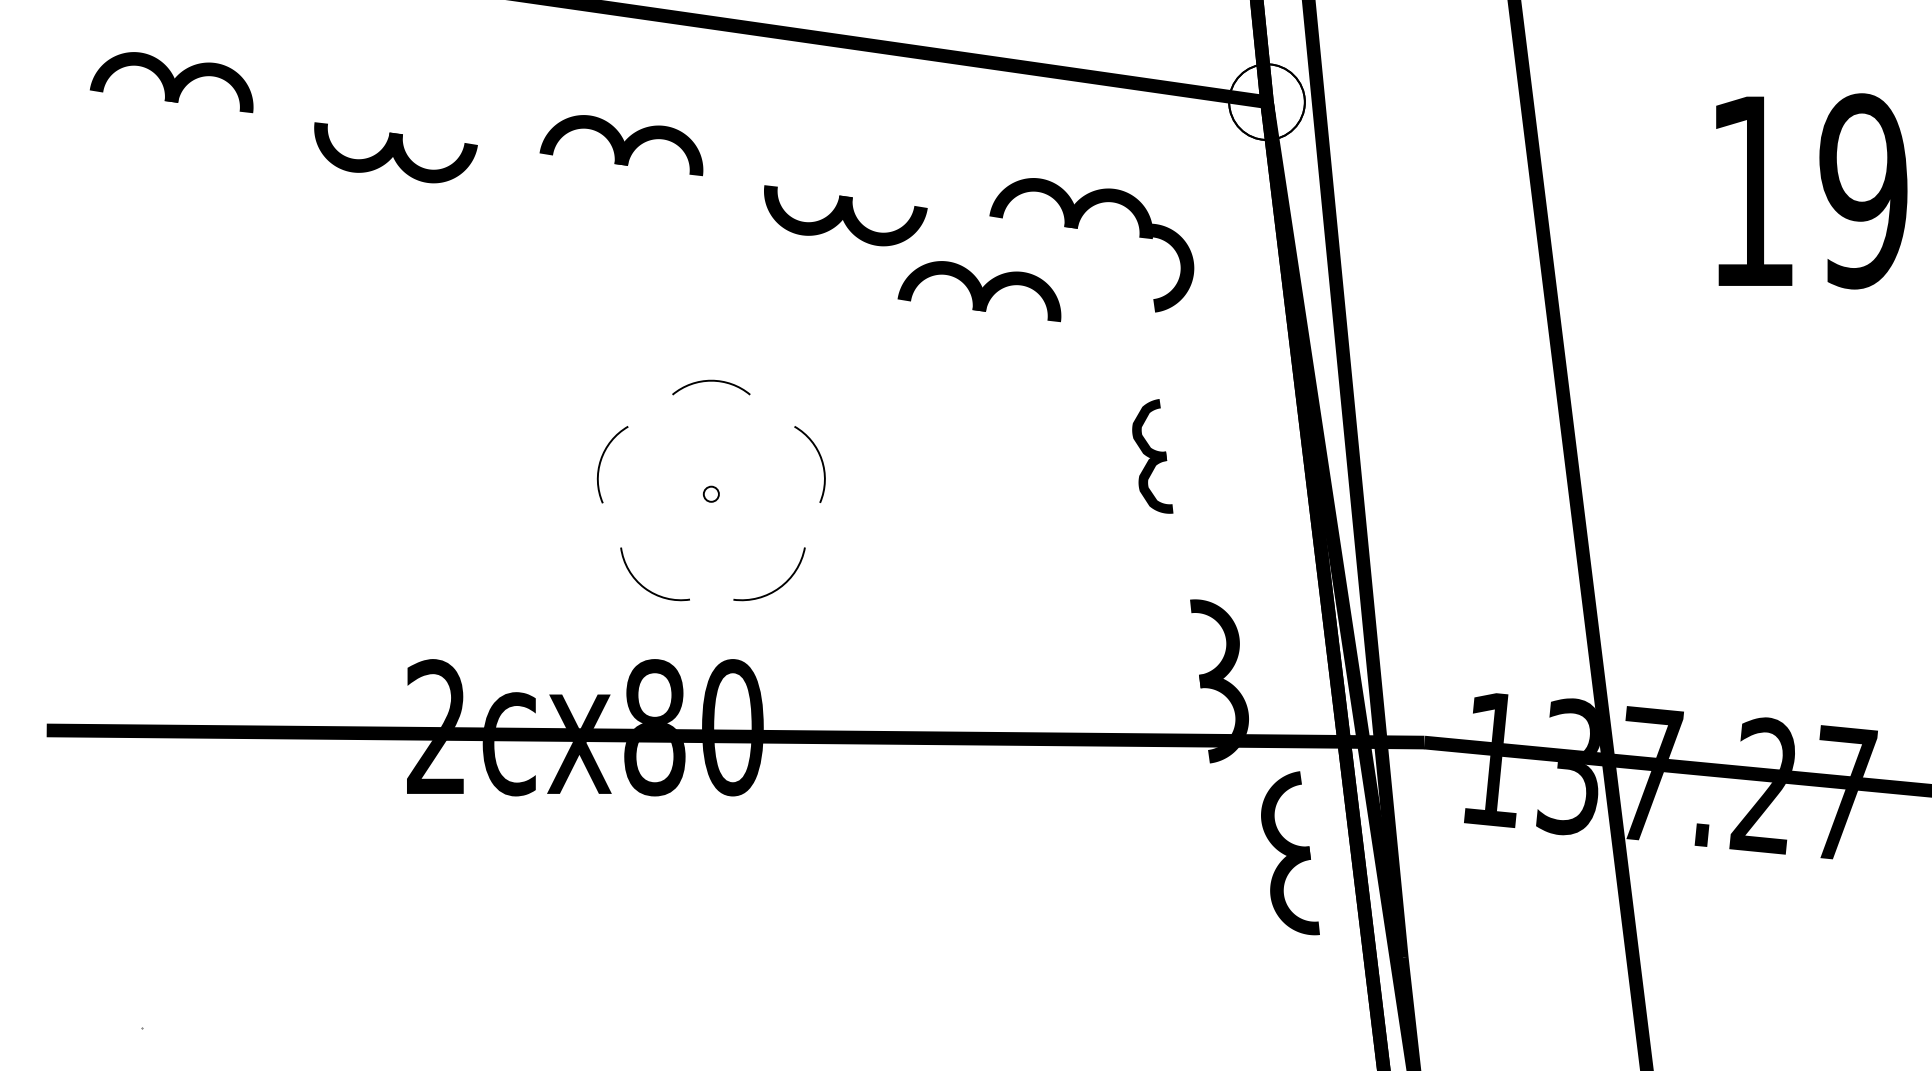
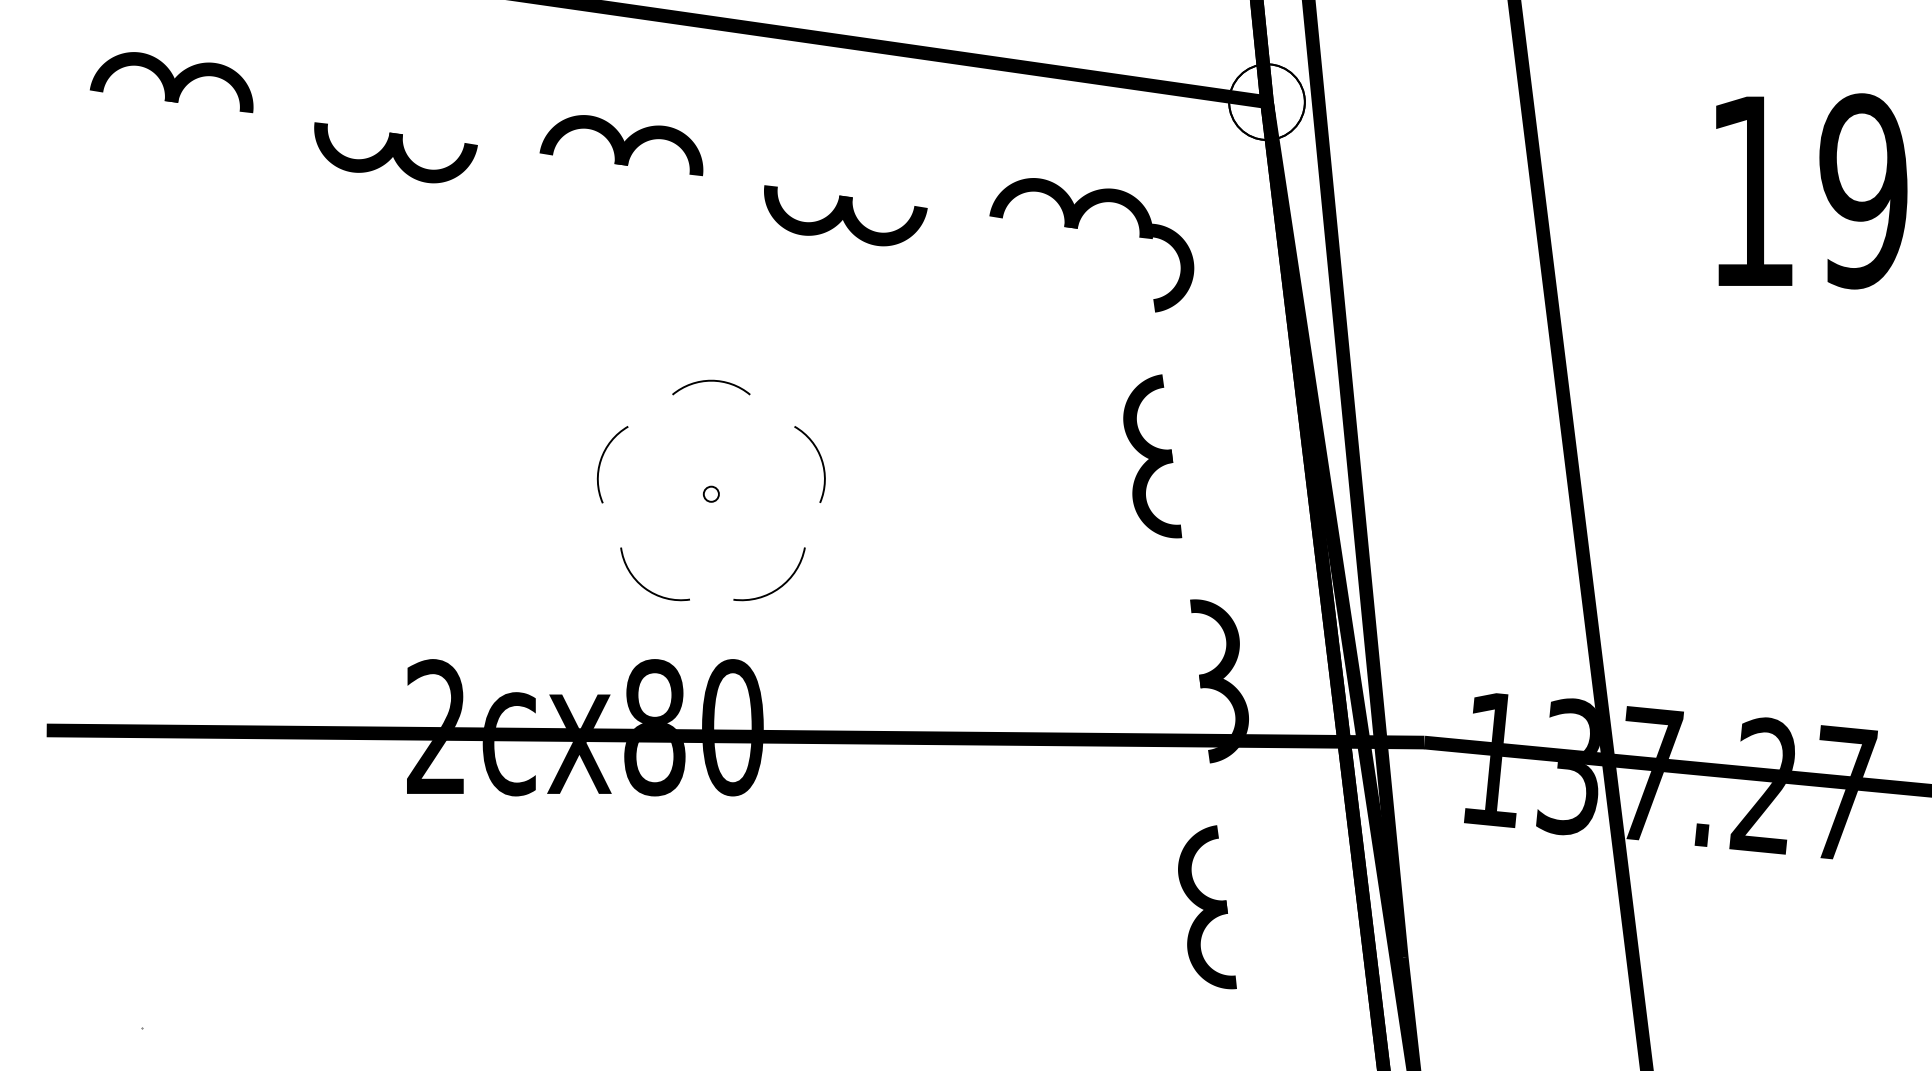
part at (979, 291): present -> none
part at (1152, 456) size: 42x115 px -> 60x165 px
part at (1290, 853) position: (1290, 853) -> (1207, 907)
